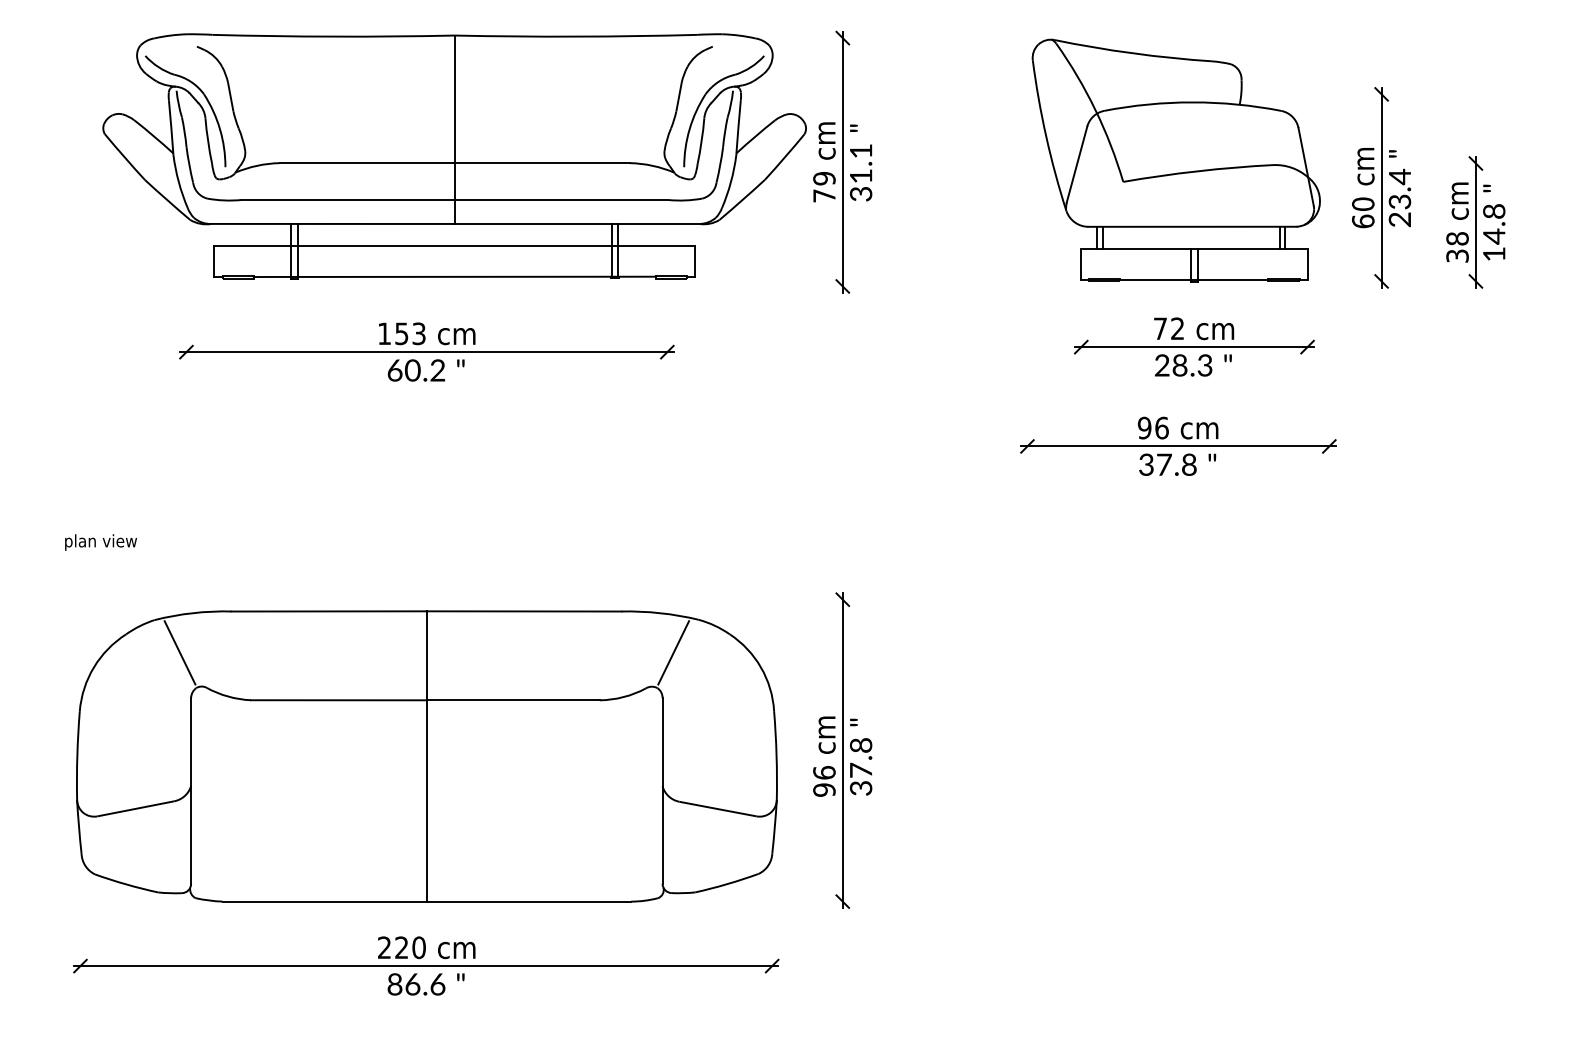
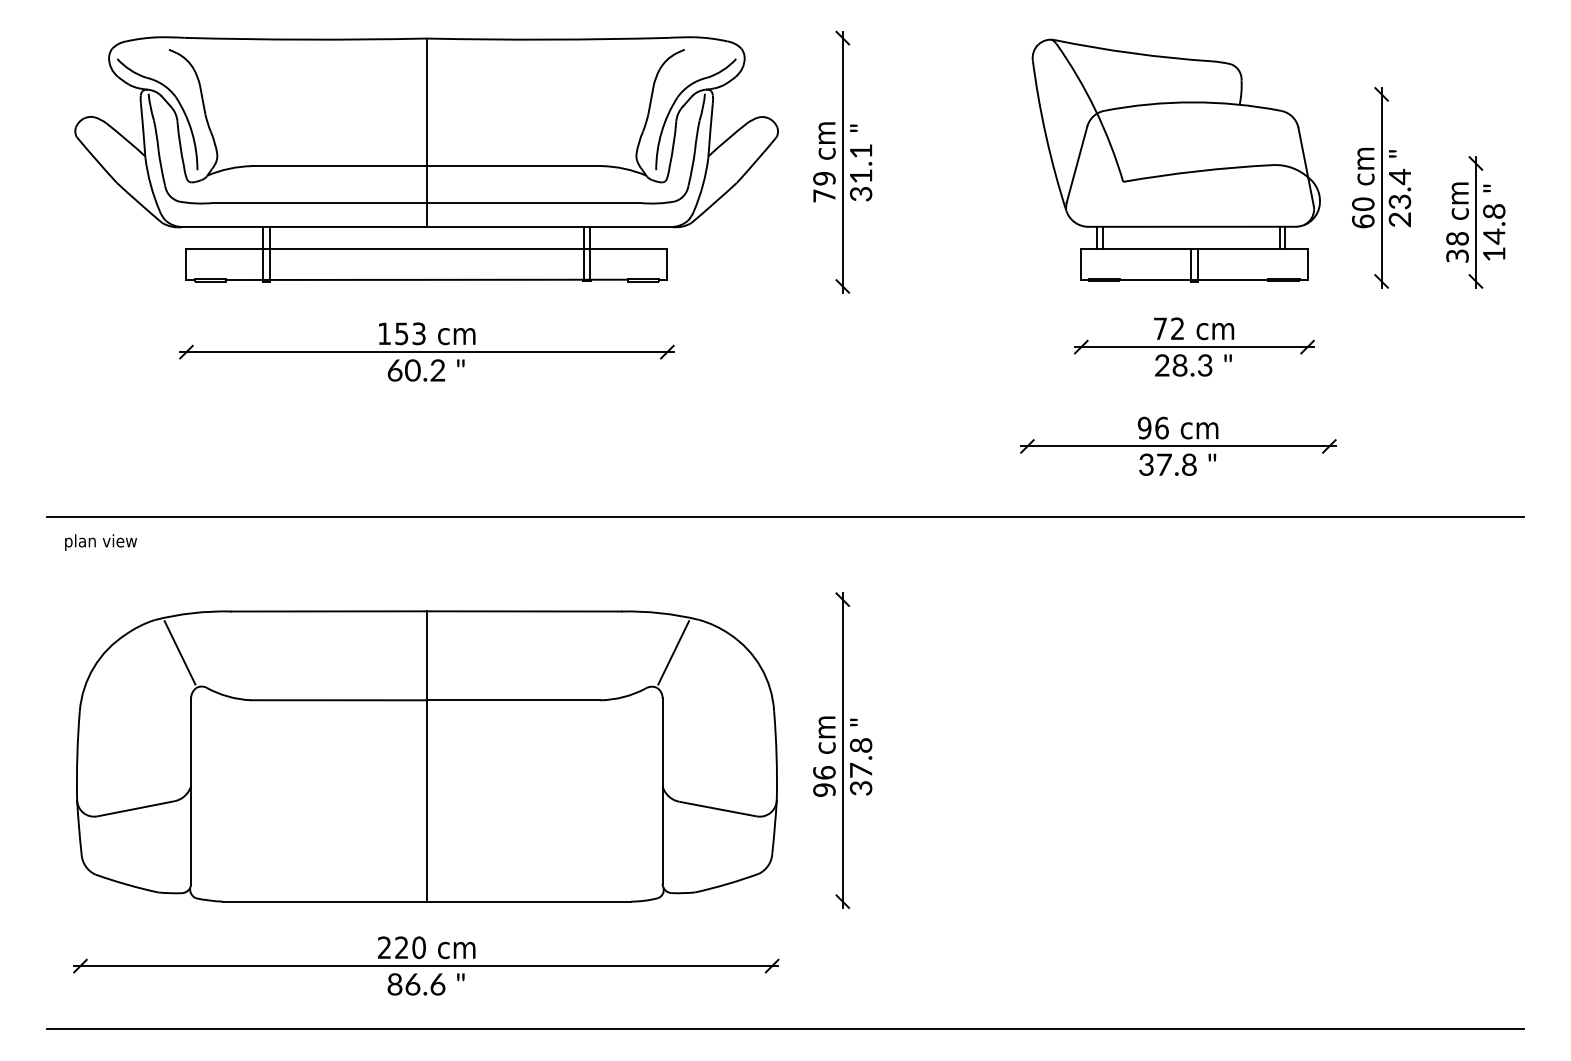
part at (454, 156) position: (454, 156) -> (426, 159)
line at (785, 517): none -> present
line at (785, 1029): none -> present
